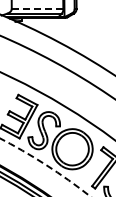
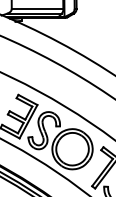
line at (37, 8): dashed -> solid
circle at (45, 167): dashed -> solid
